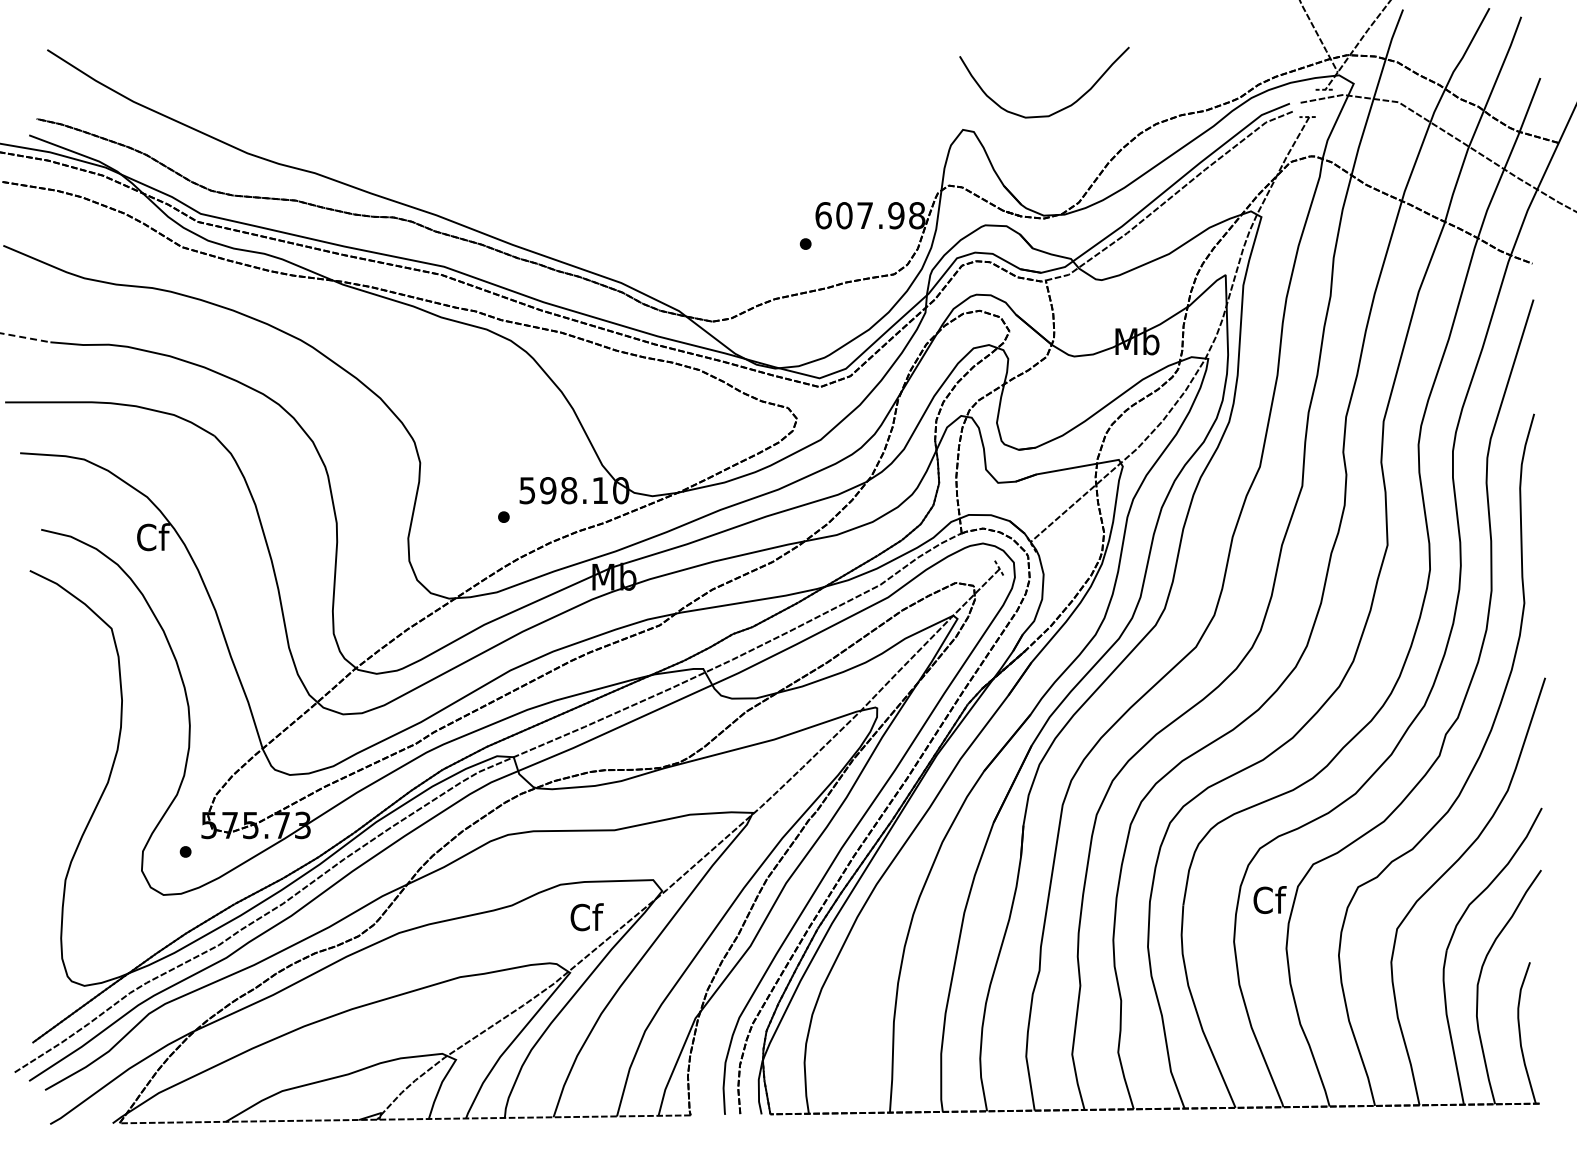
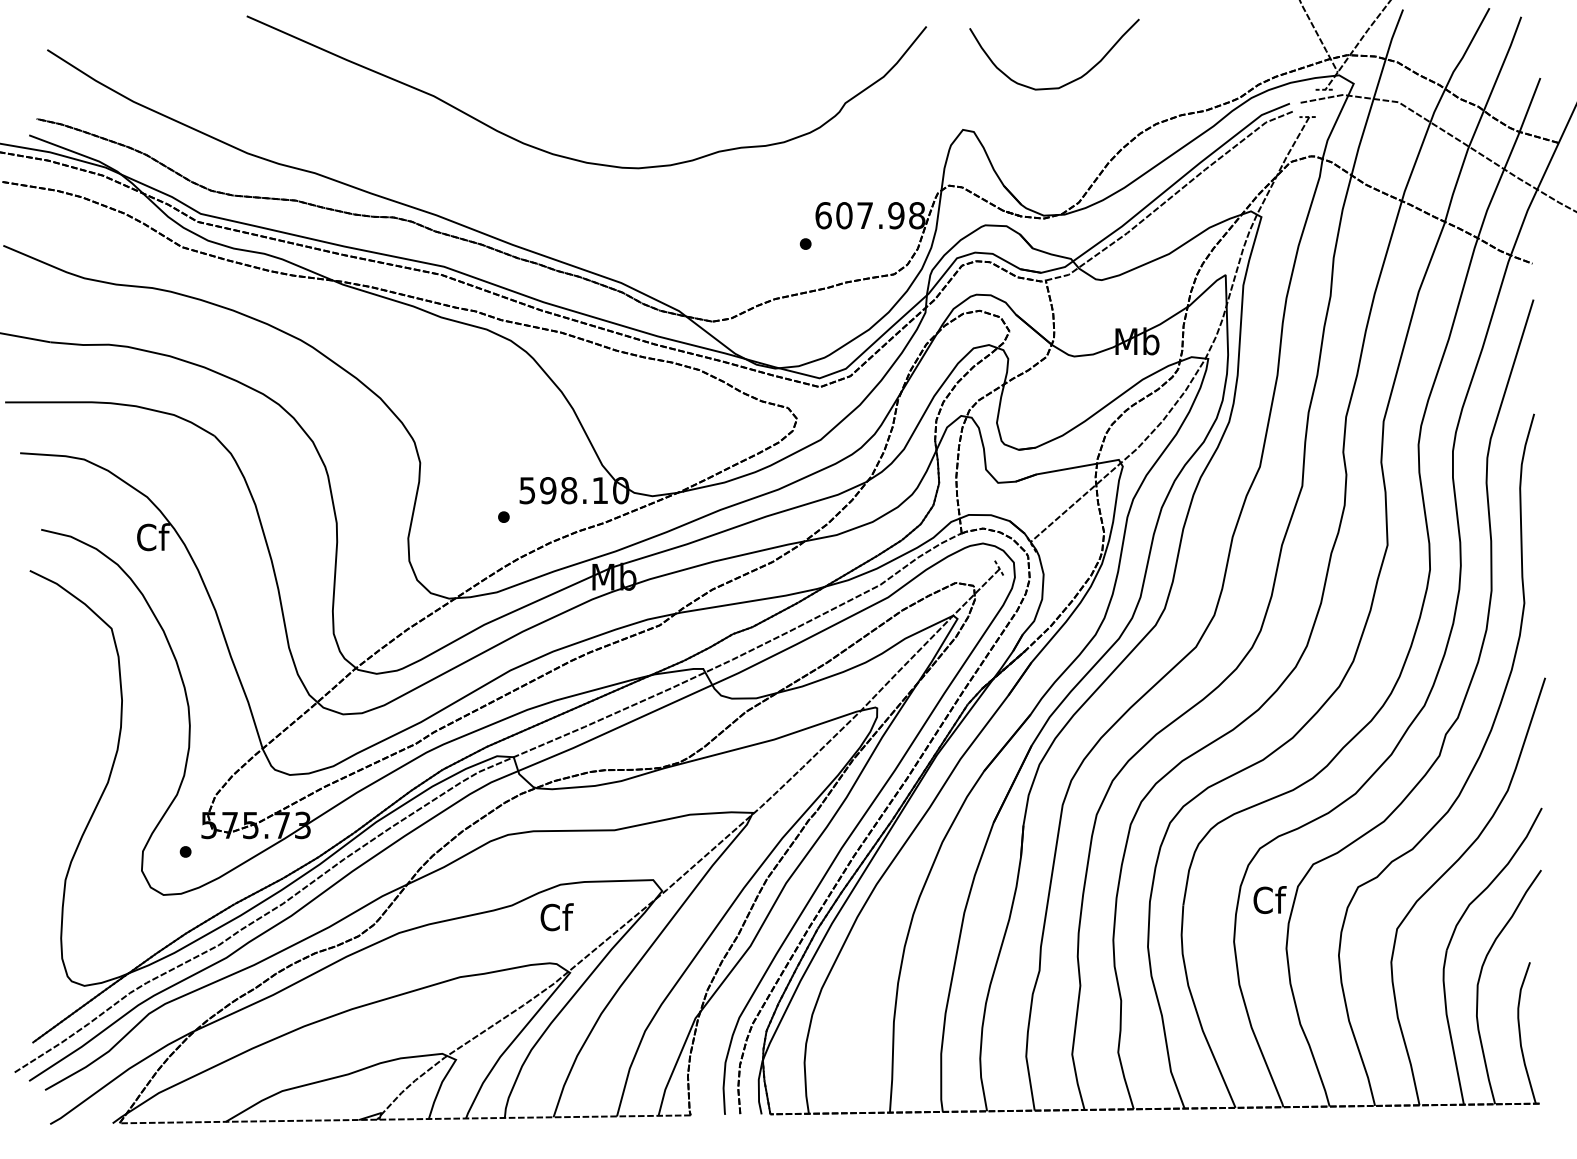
curve at (1058, 110) position: (1058, 110) -> (1068, 82)
curve at (570, 157): none -> present
line at (25, 337): dashed -> solid
text at (586, 917) position: (586, 917) -> (556, 917)
